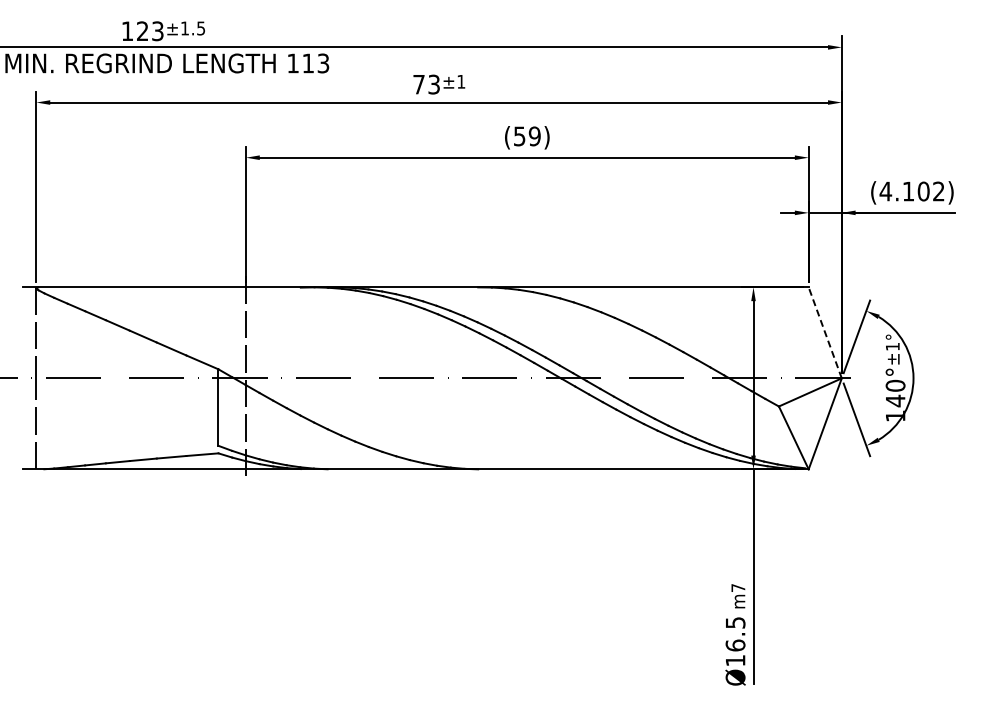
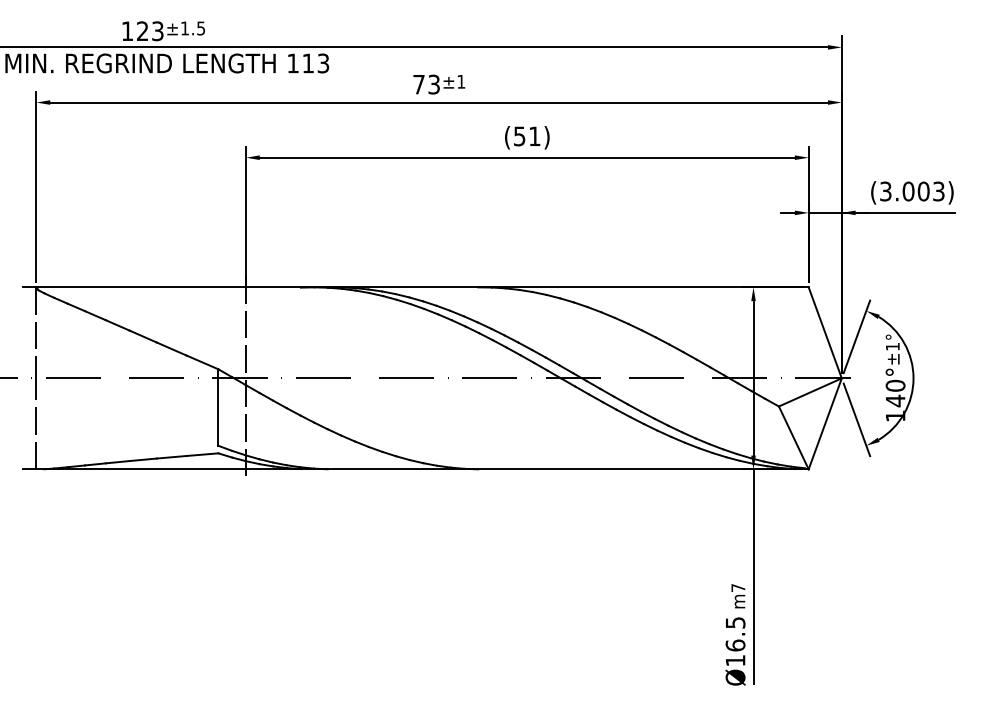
text at (534, 136): (59) -> (51)
text at (911, 191): (4.102) -> (3.003)
line at (825, 332): dashed -> solid
